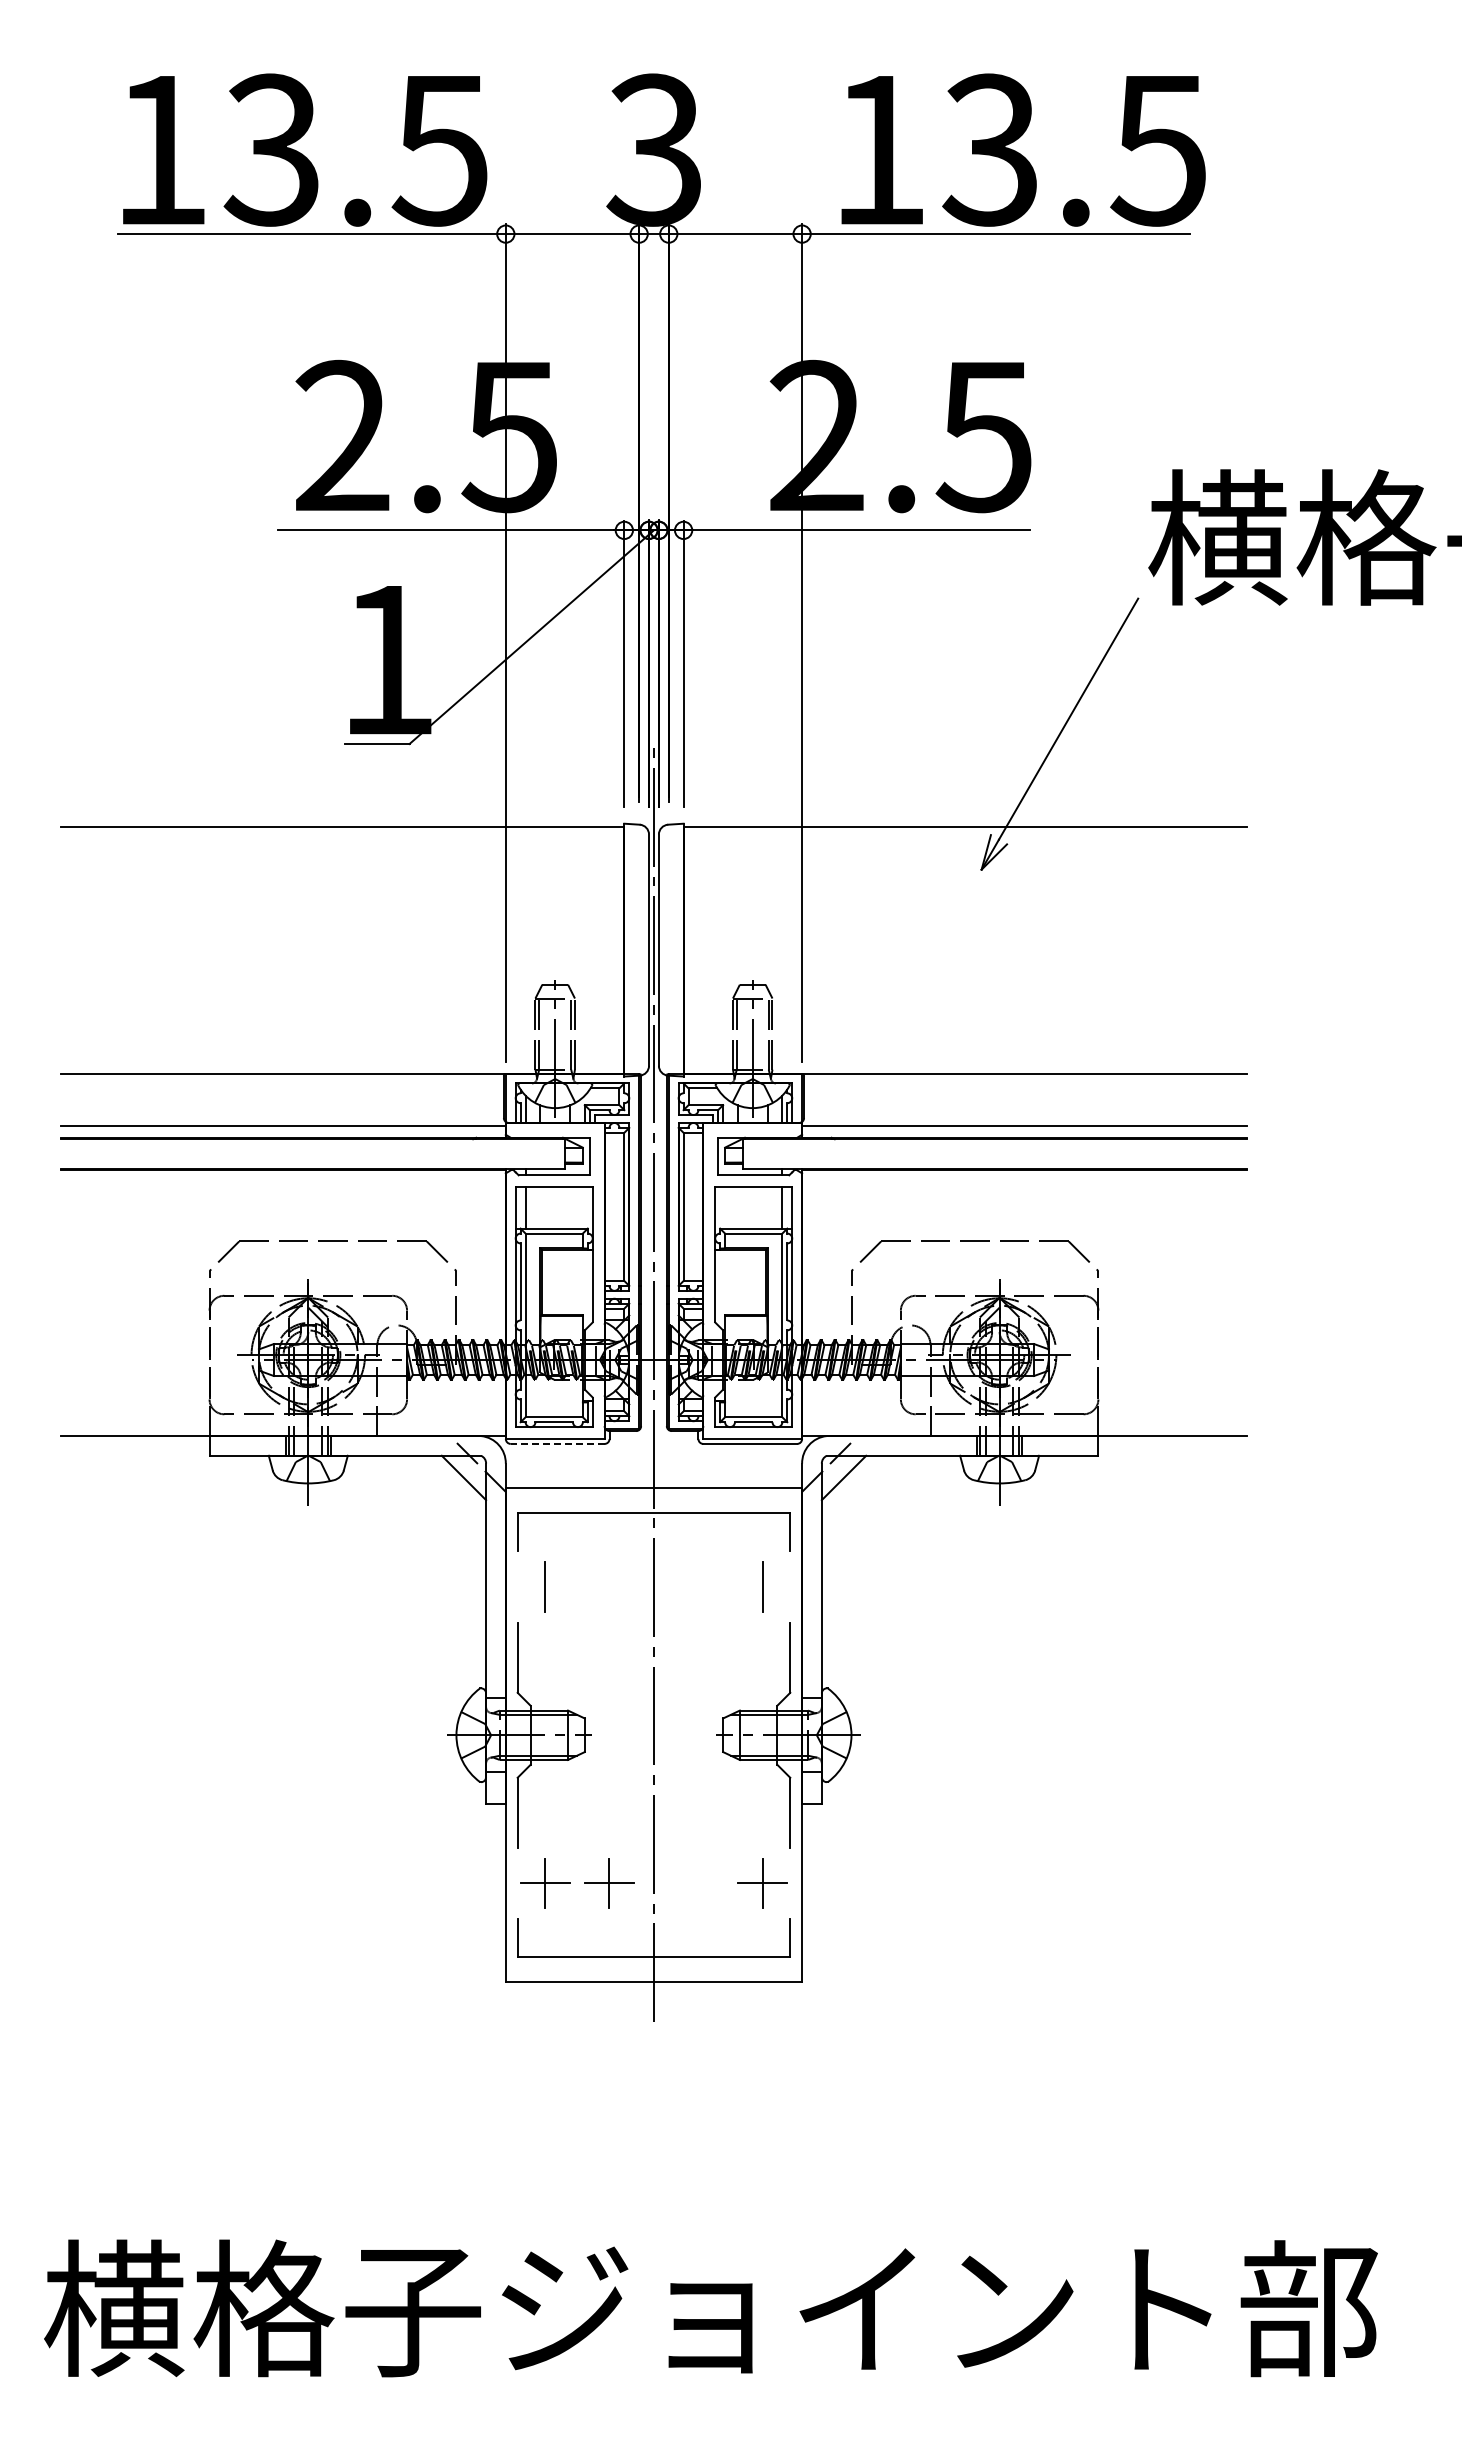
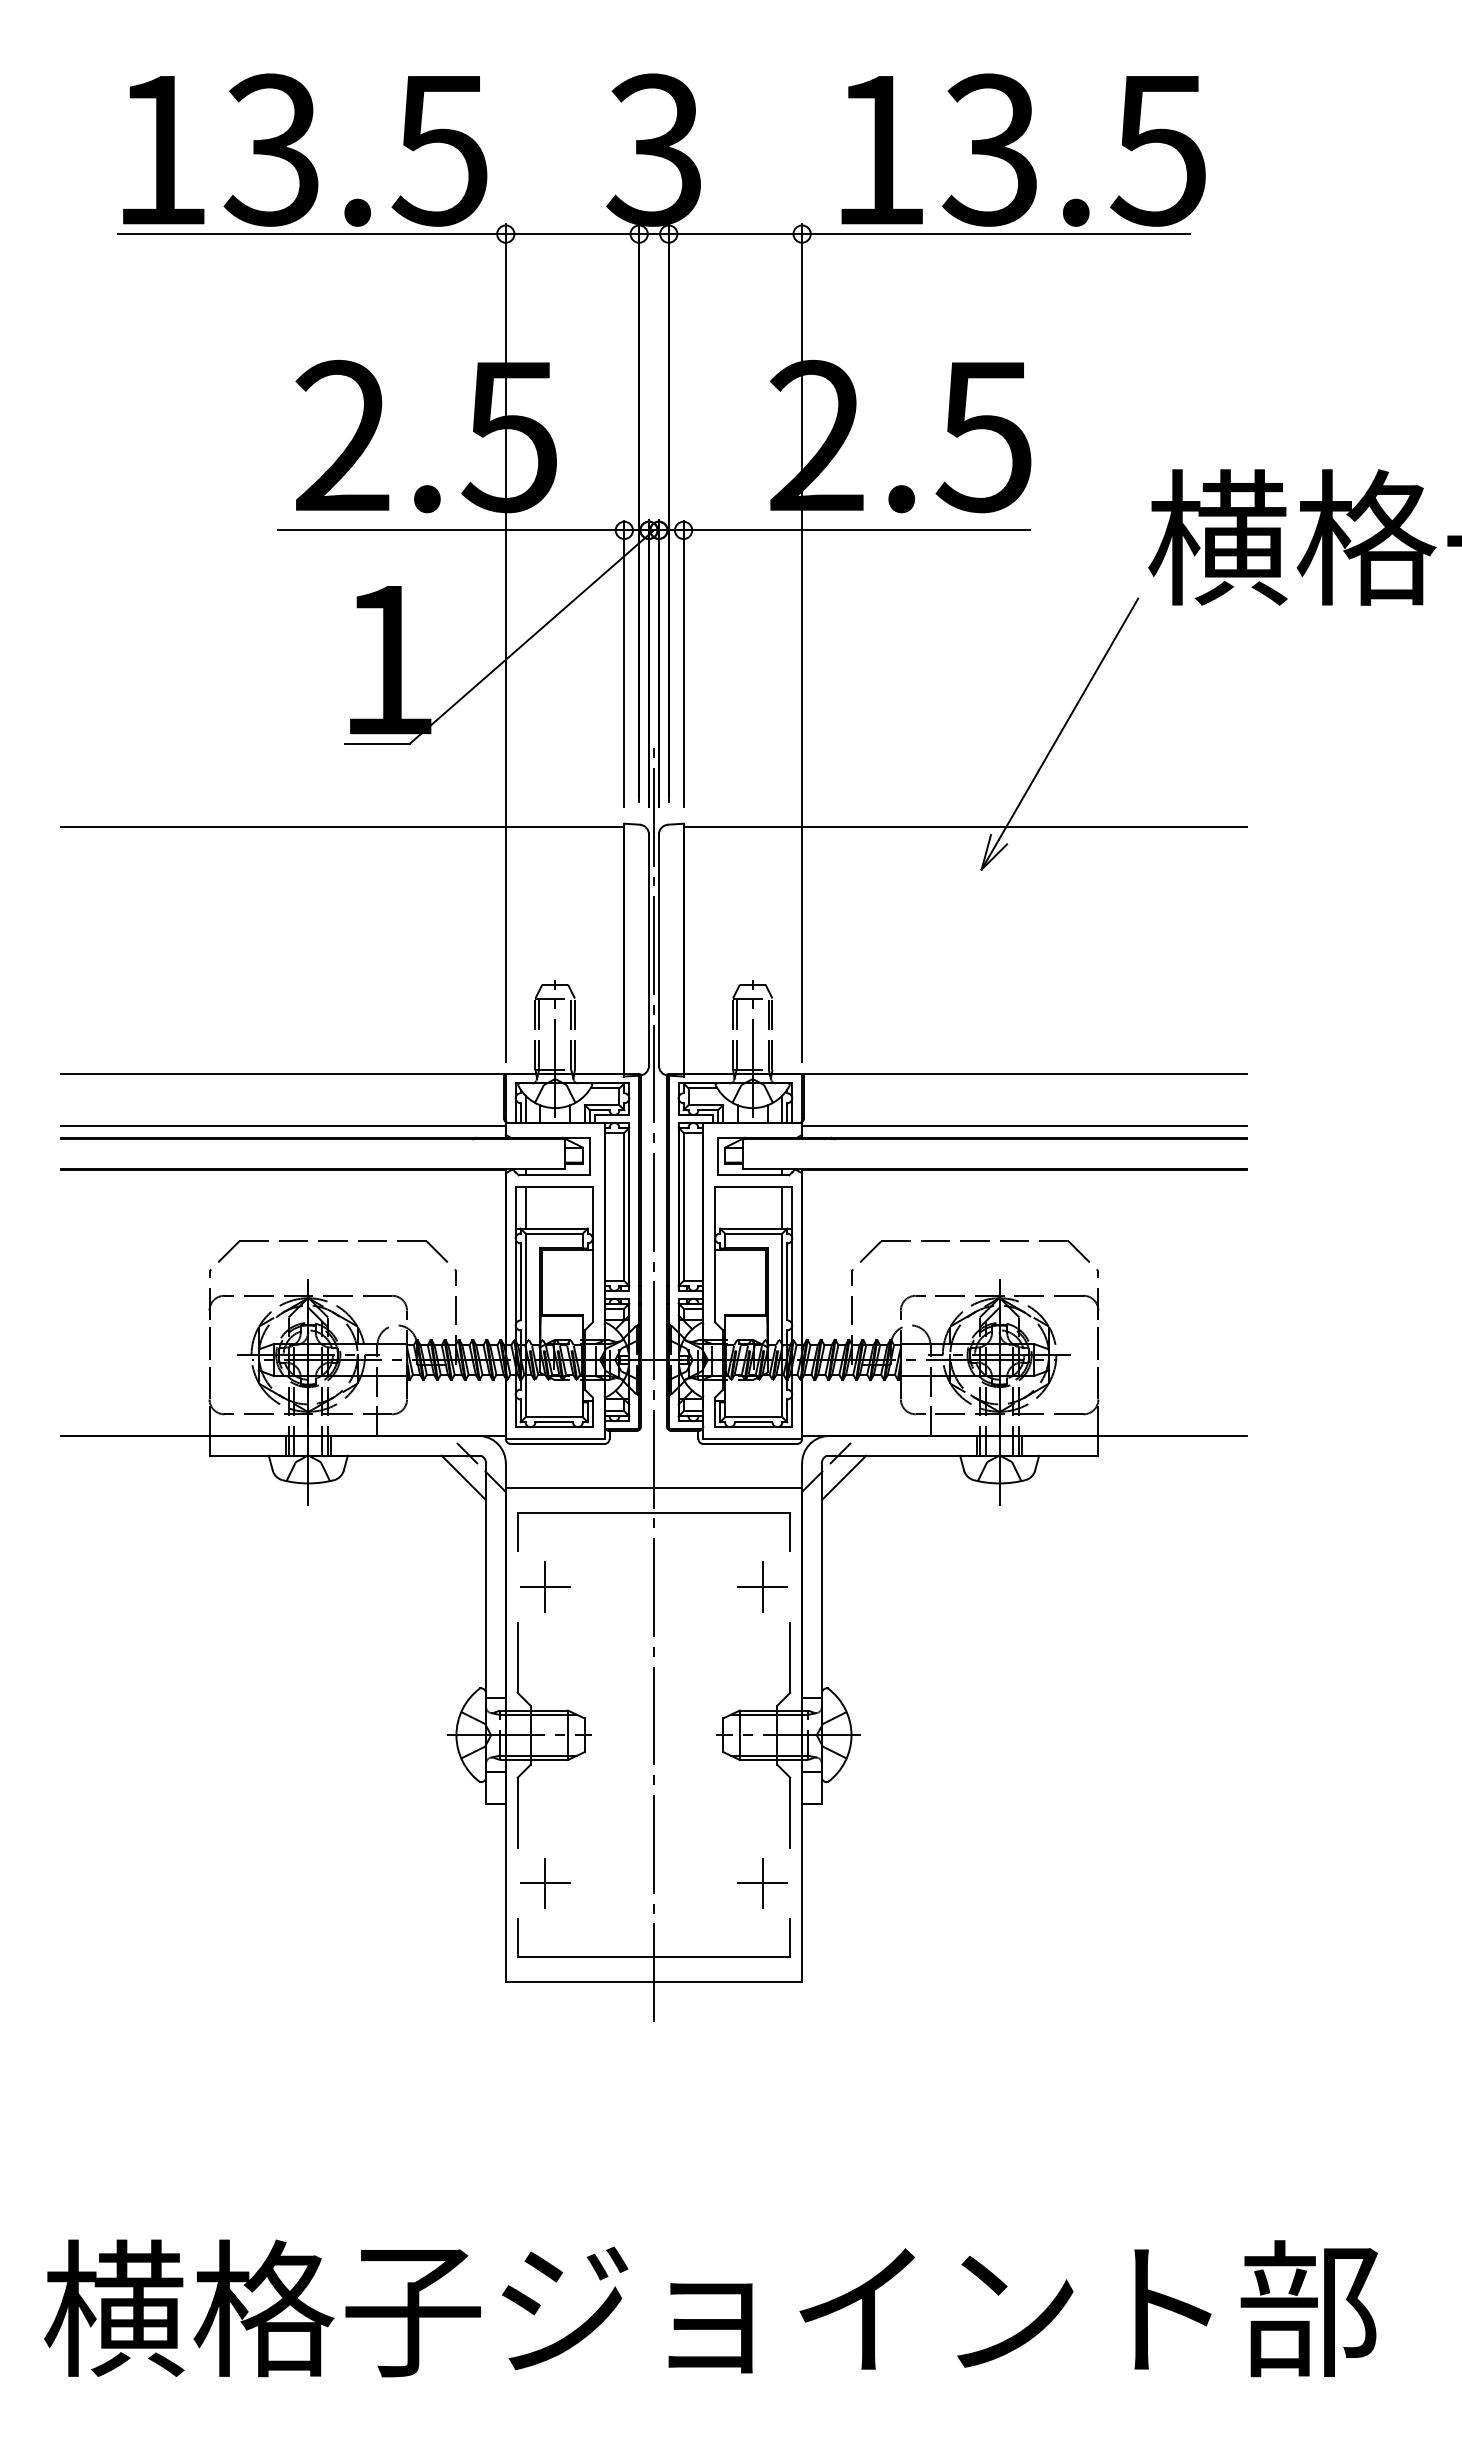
line at (557, 1443): dashed -> solid
line at (545, 1587): none -> present
line at (762, 1587): none -> present
part at (609, 1883): present -> none
